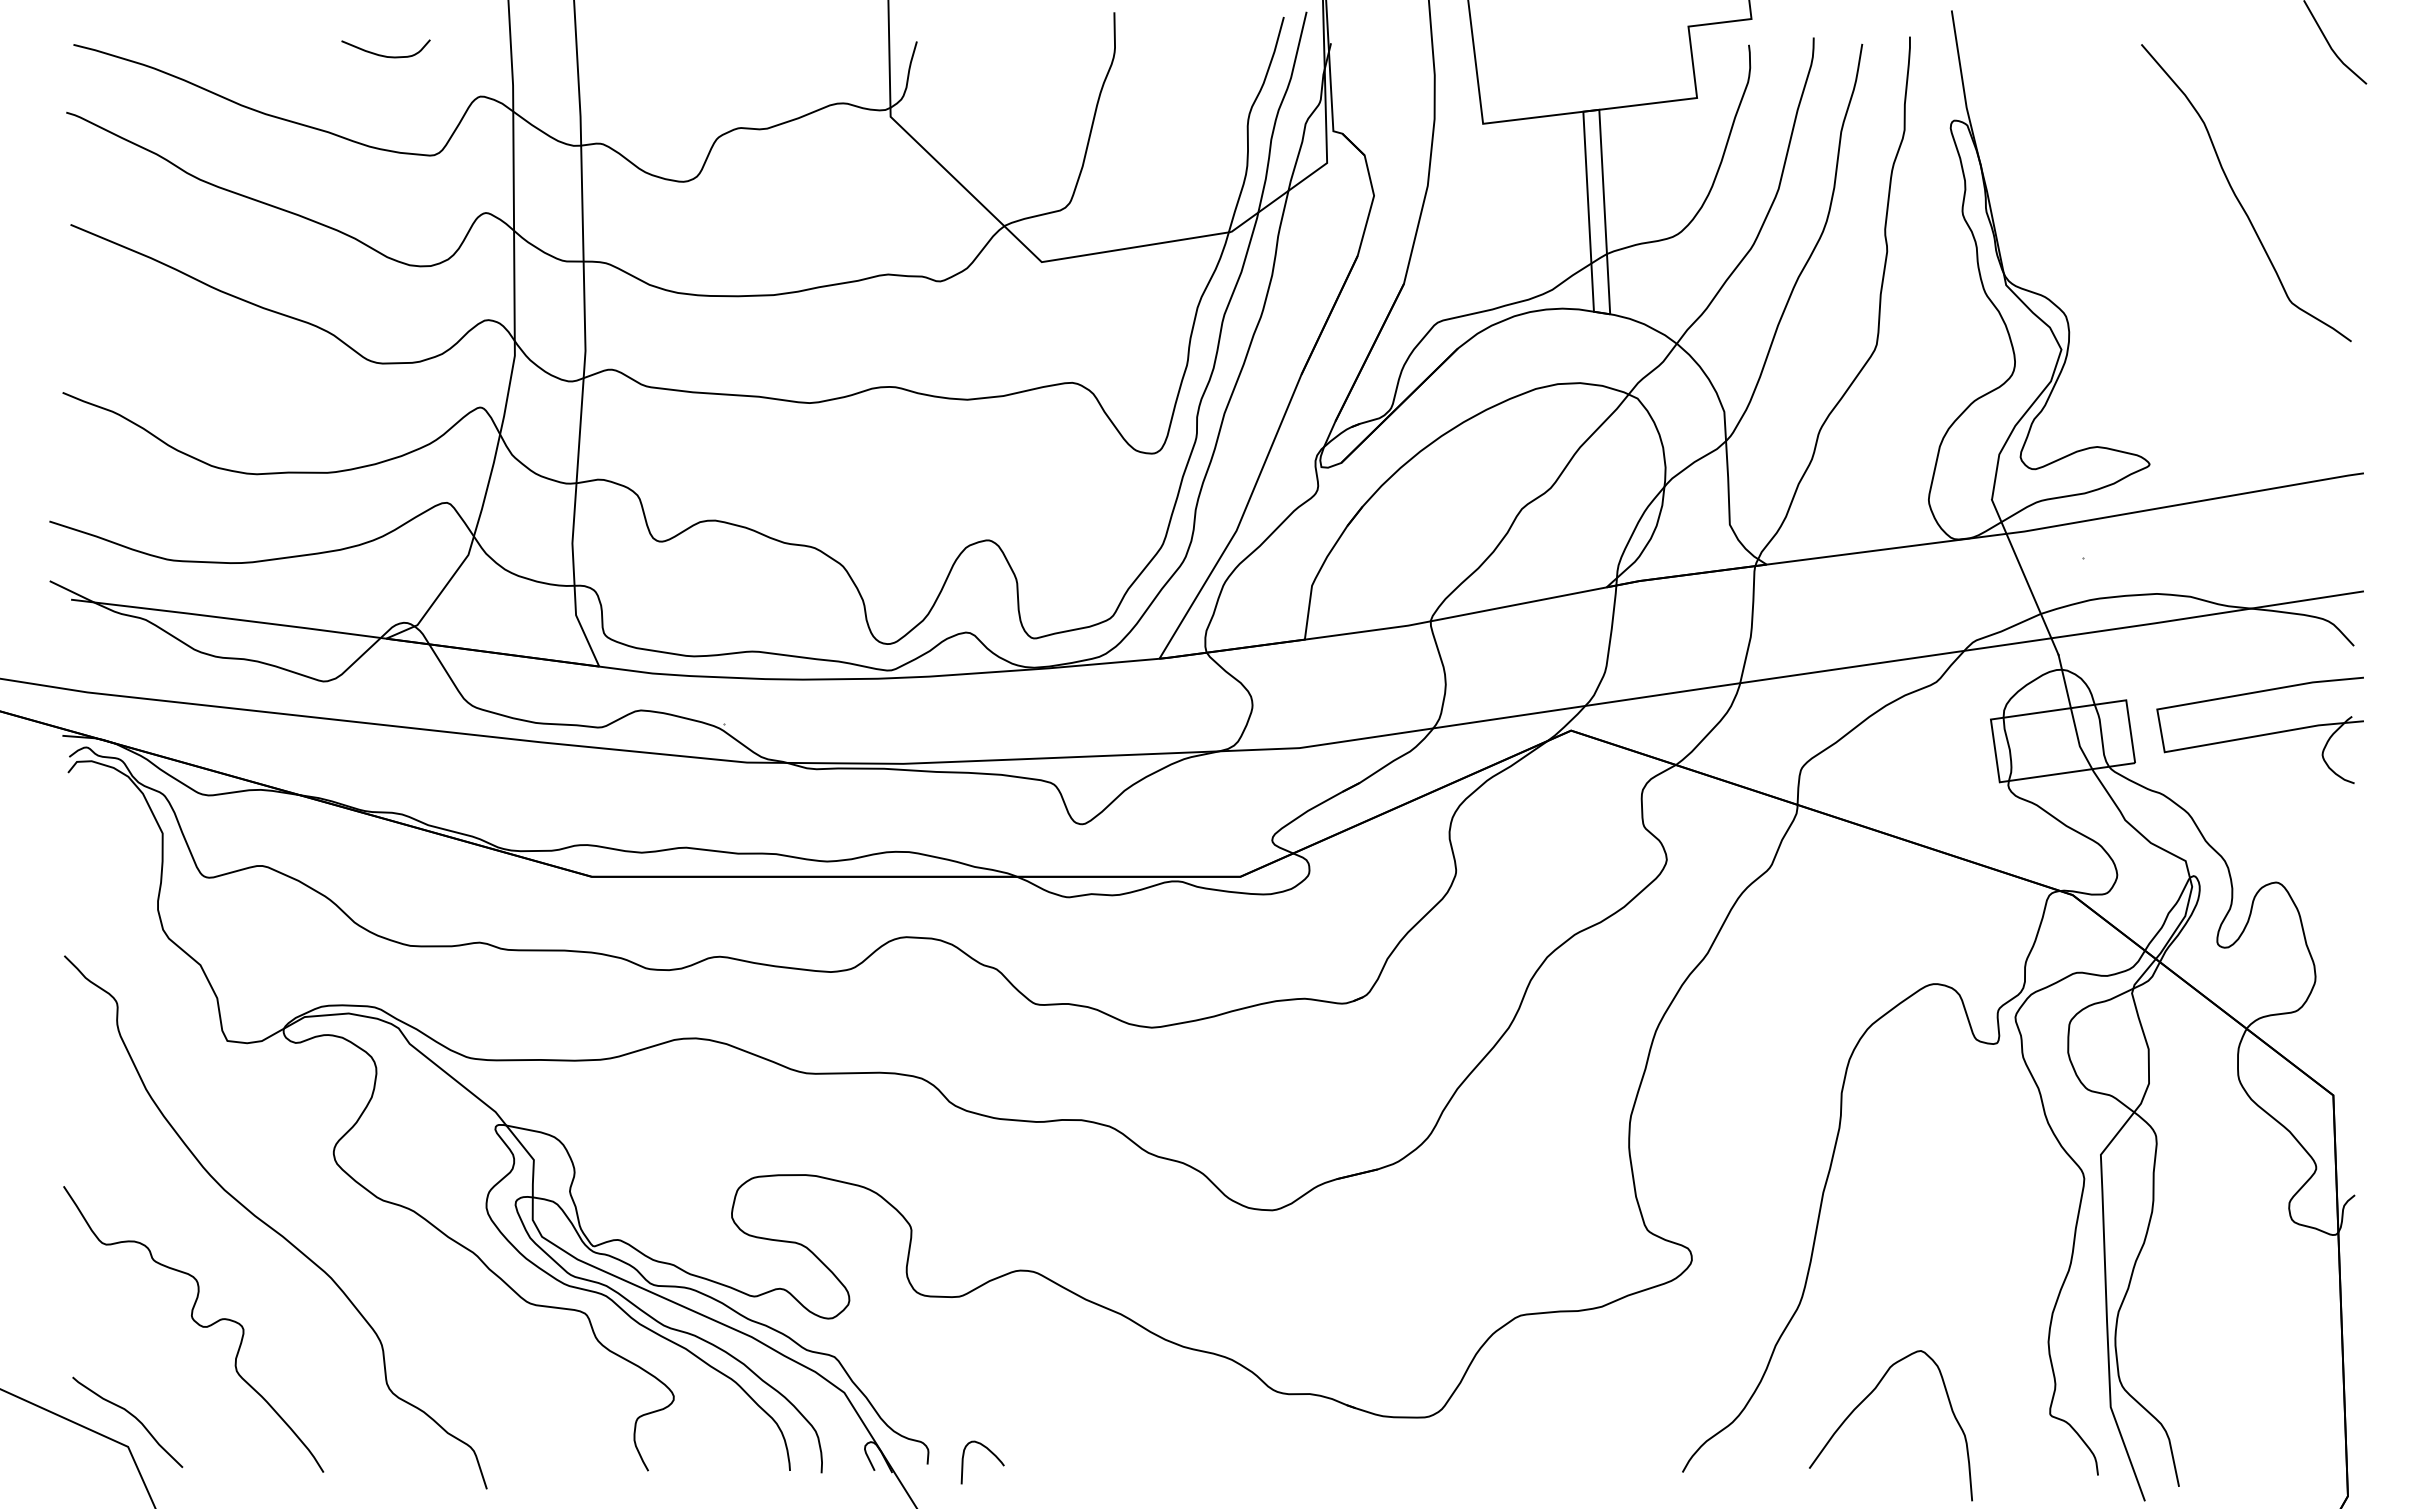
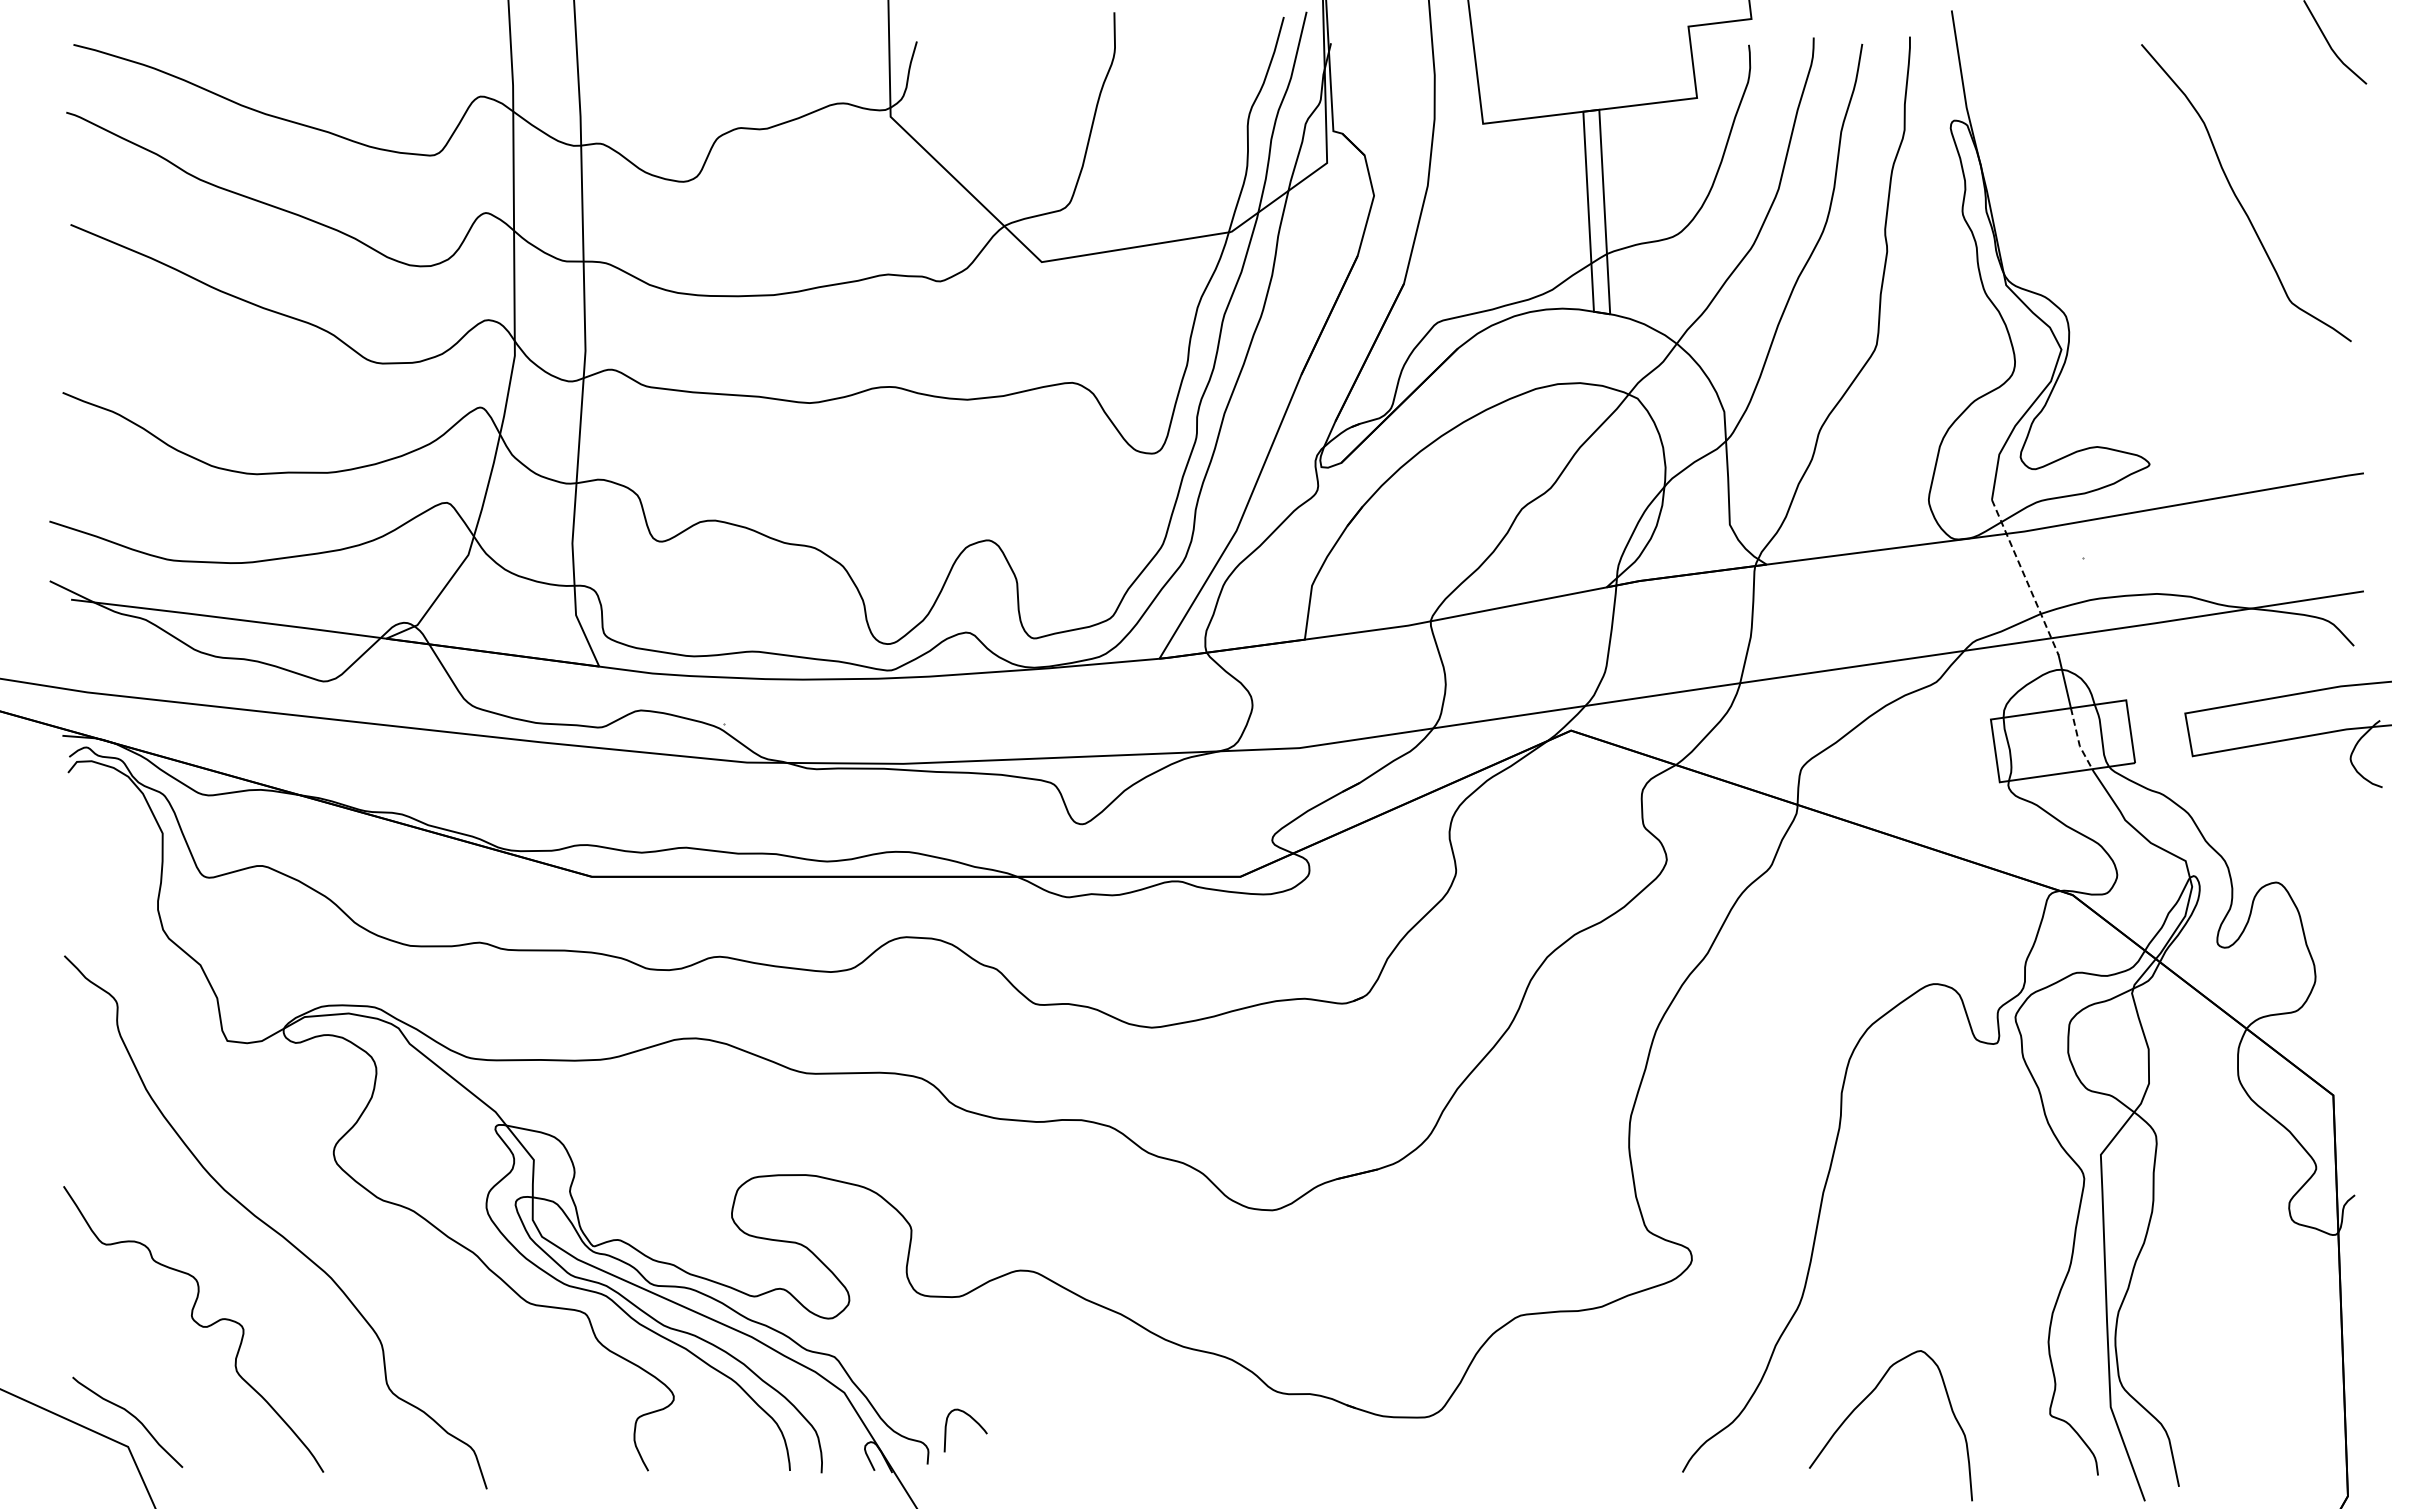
curve at (385, 55): present -> none
line at (2025, 577): solid -> dashed
part at (2259, 729) position: (2259, 729) -> (2287, 733)
line at (2078, 740): solid -> dashed
curve at (991, 1453) position: (991, 1453) -> (974, 1421)
